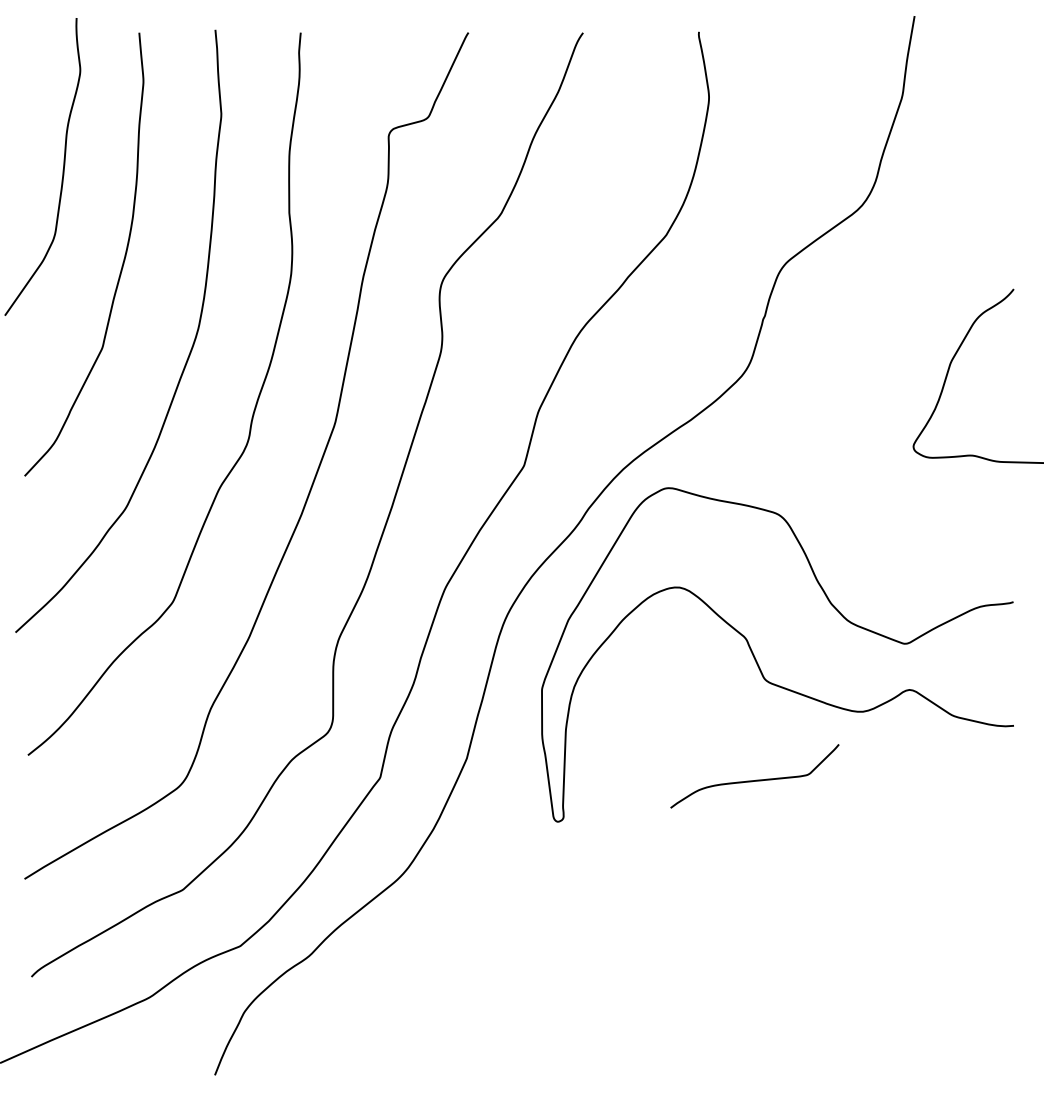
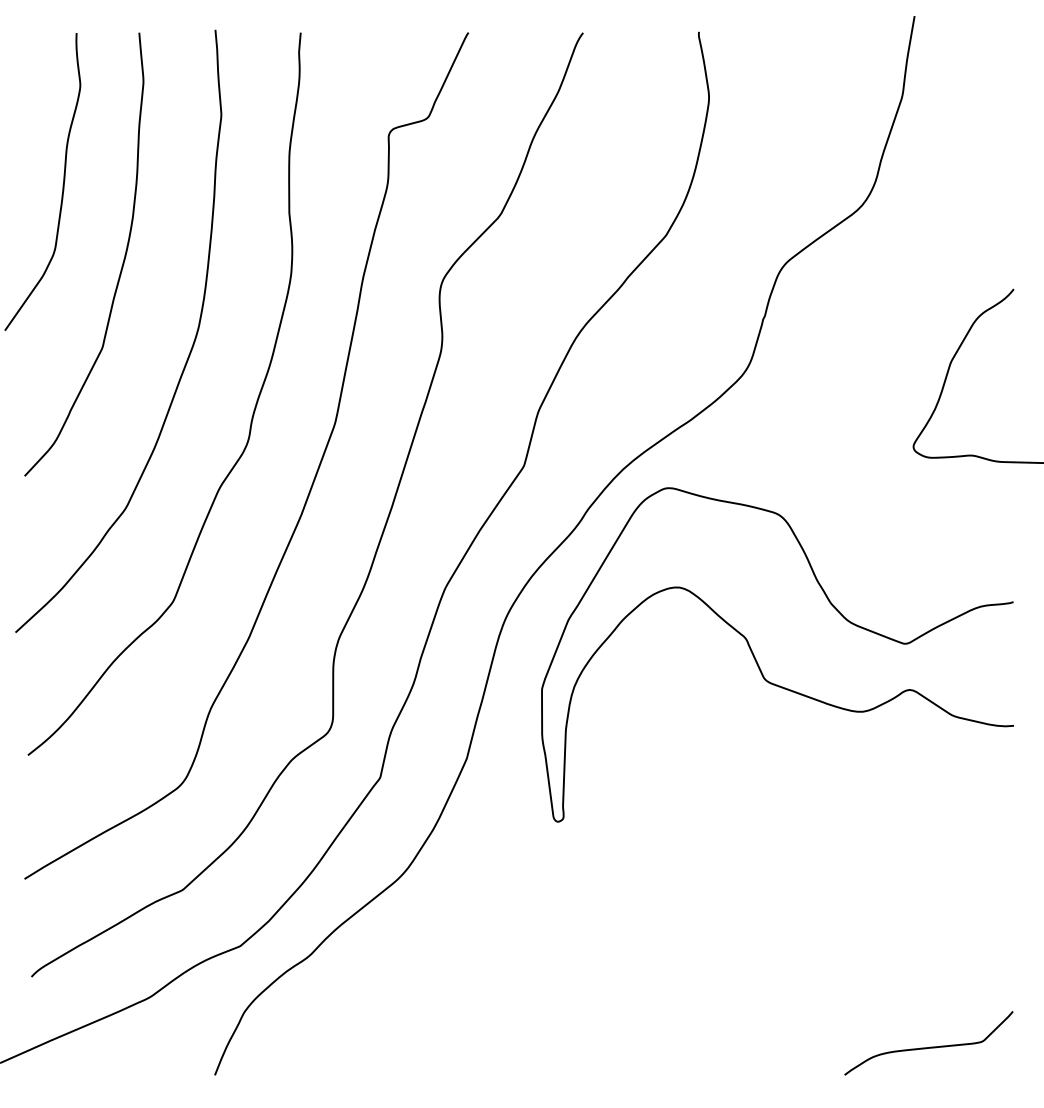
curve at (62, 169) position: (62, 169) -> (62, 184)
curve at (756, 779) position: (756, 779) -> (930, 1046)
